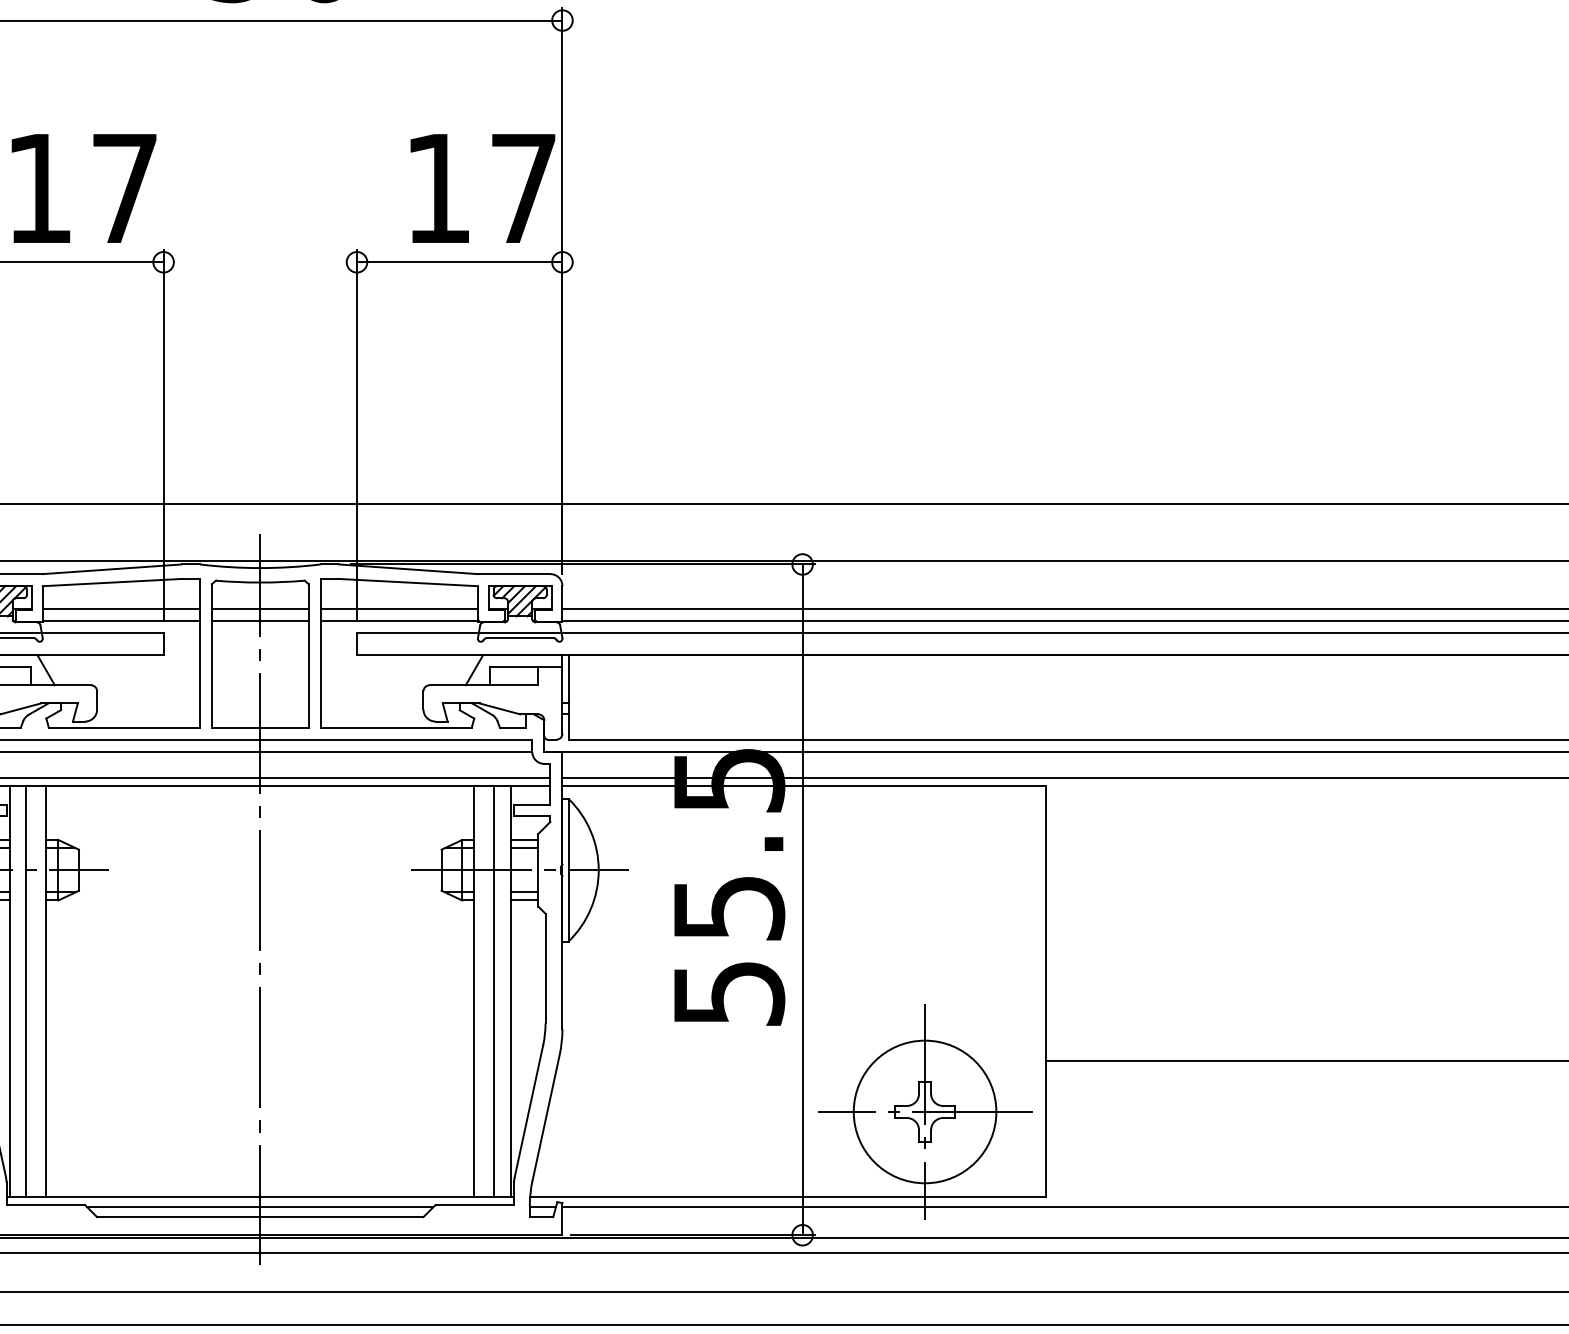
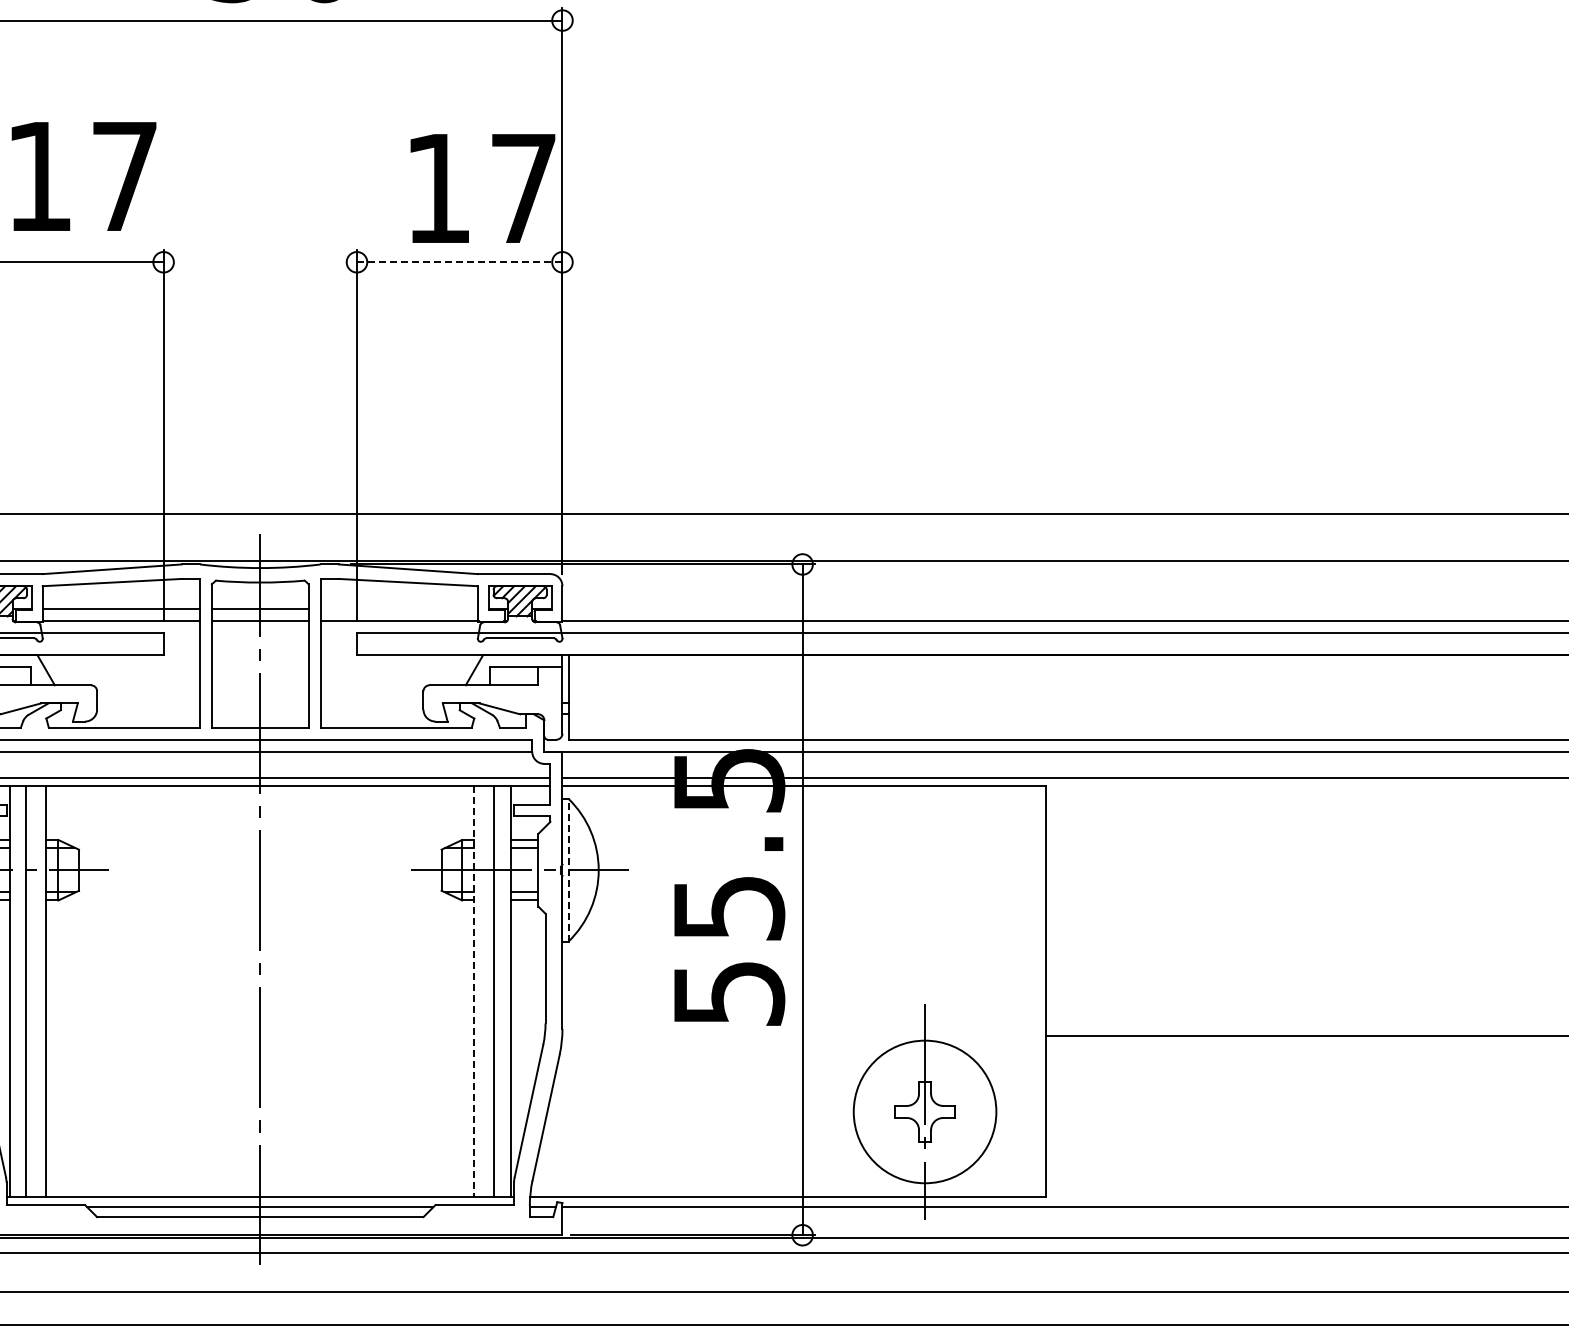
text at (83, 188) position: (83, 188) -> (83, 176)
line at (459, 262): solid -> dashed
line at (783, 504) position: (783, 504) -> (783, 514)
line at (398, 609): present -> none
line at (1063, 609): present -> none
line at (568, 869): solid -> dashed
line at (474, 991): solid -> dashed
line at (1305, 1061) position: (1305, 1061) -> (1305, 1036)
line at (924, 1111): present -> none
